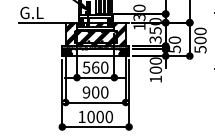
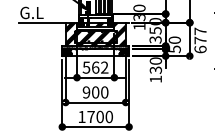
text at (200, 40): 500 -> 677
text at (104, 67): 560 -> 562
text at (155, 69): 100 -> 130
text at (90, 116): 1000 -> 1700
